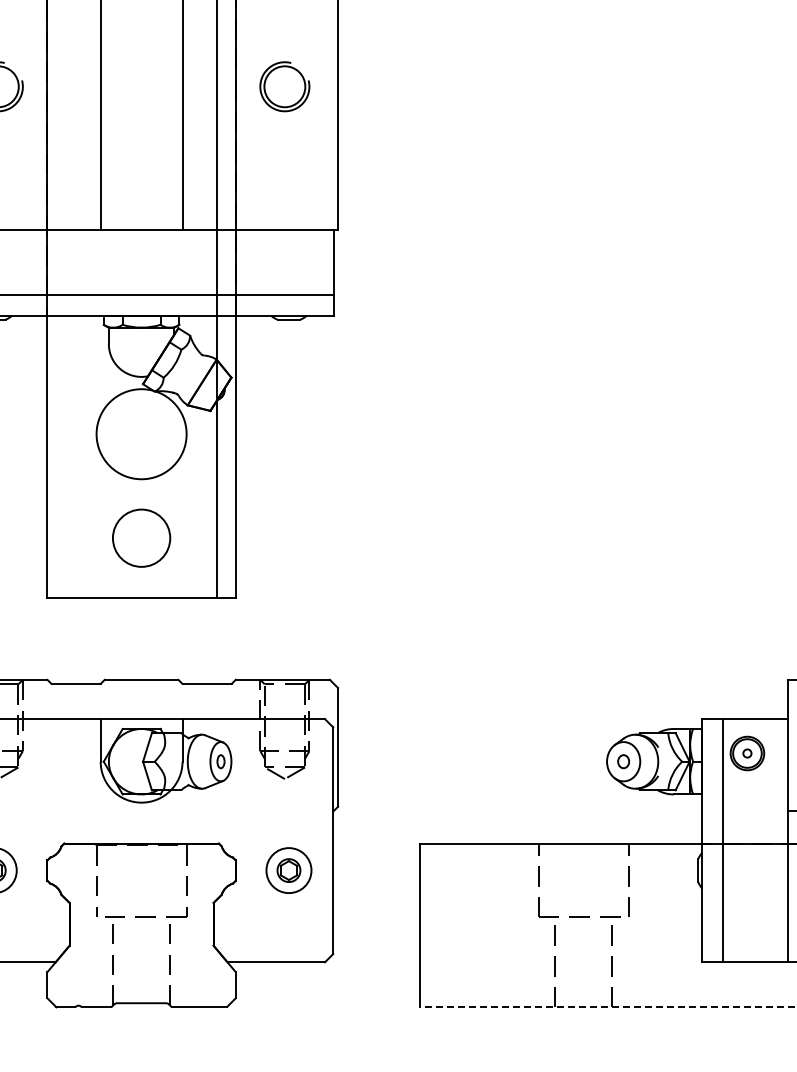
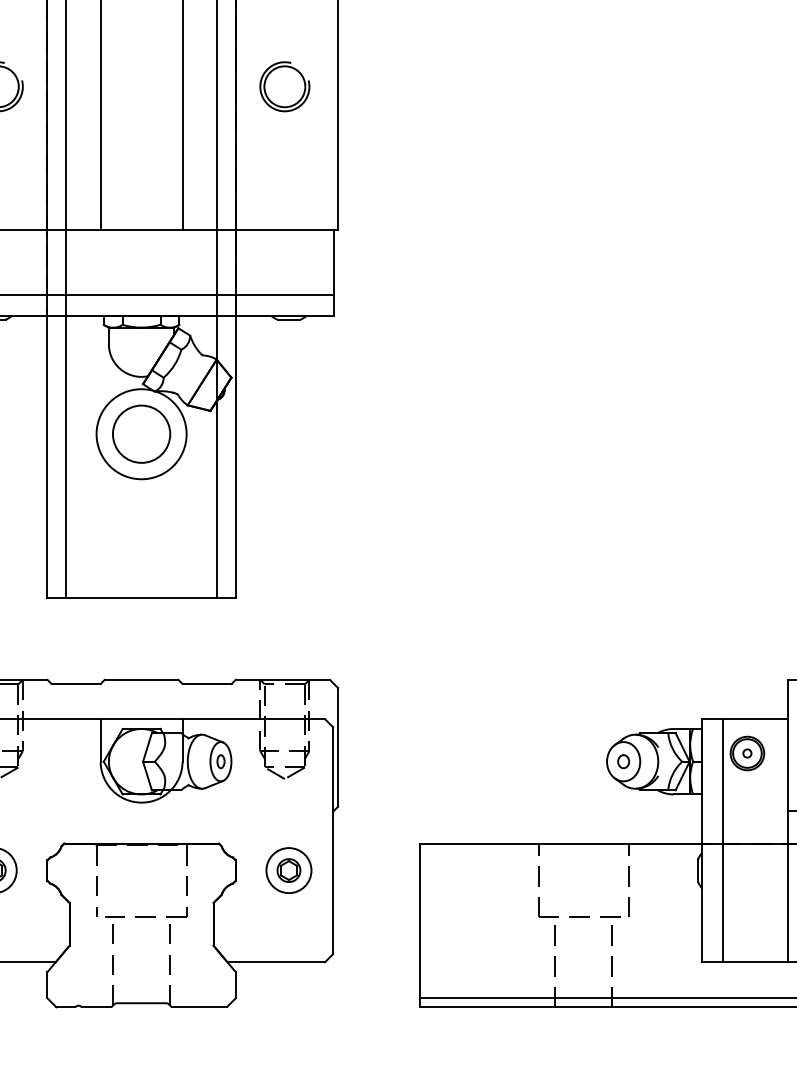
line at (66, 299): none -> present
circle at (141, 537) position: (141, 537) -> (141, 433)
line at (606, 997): none -> present
line at (607, 1007): dashed -> solid
